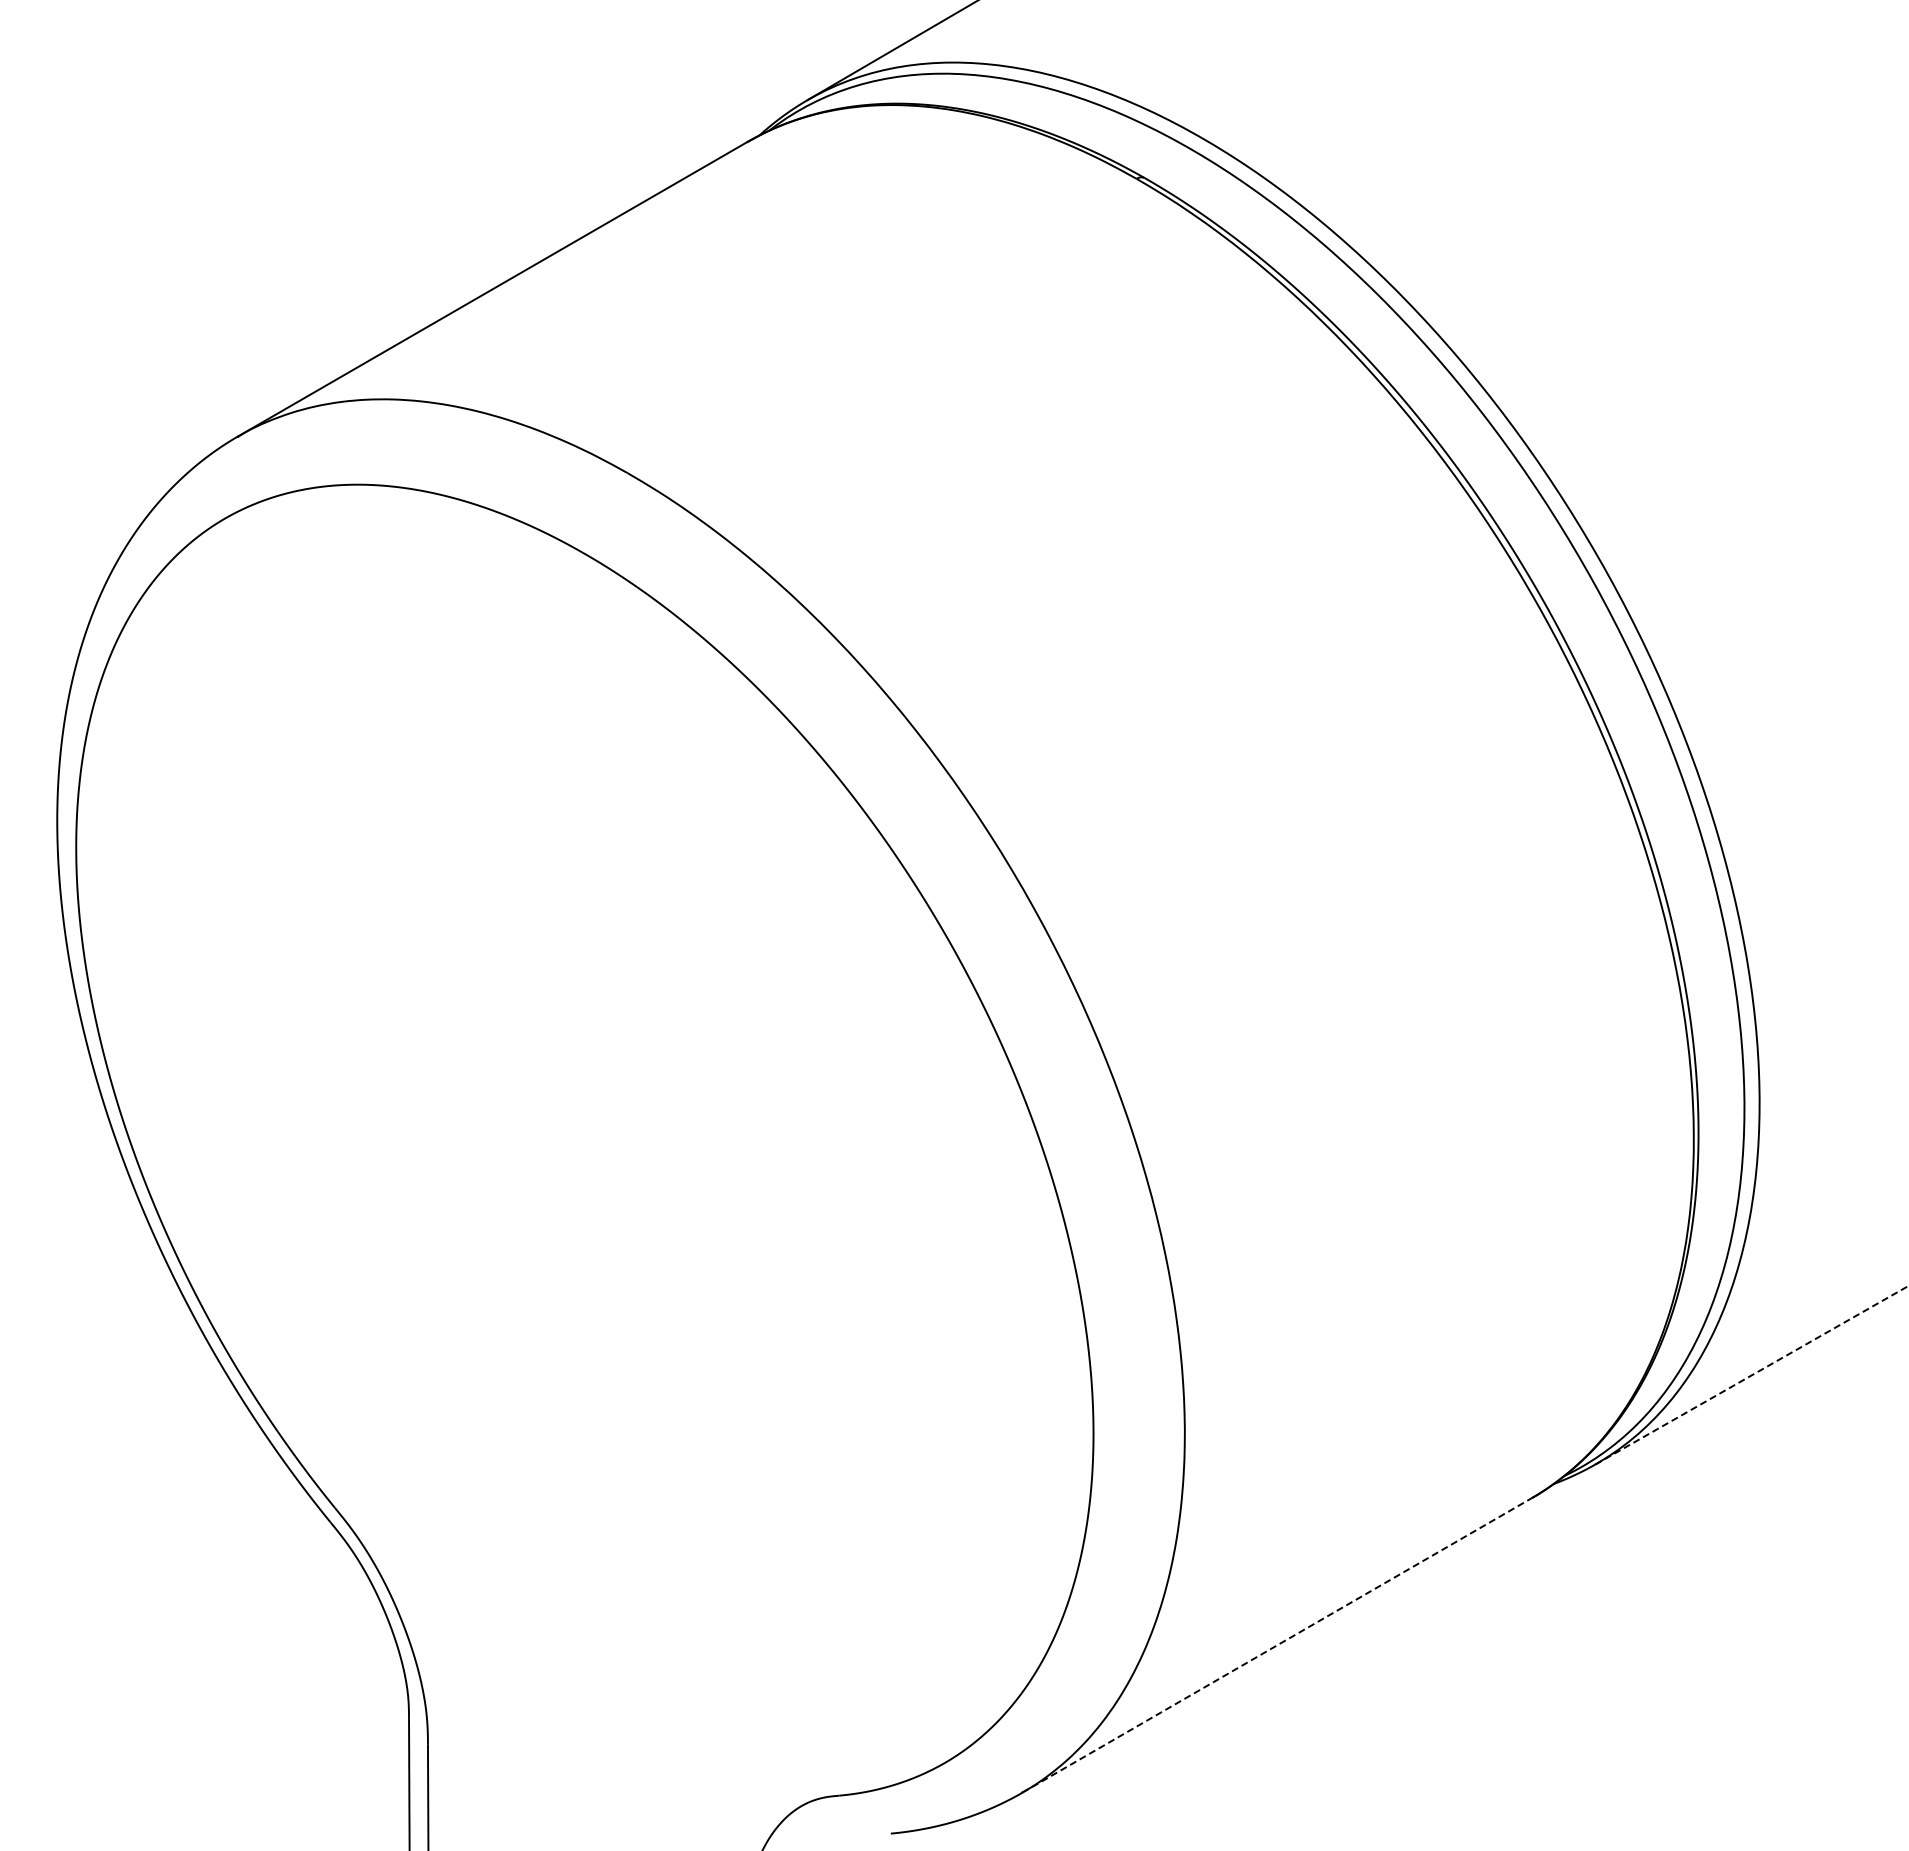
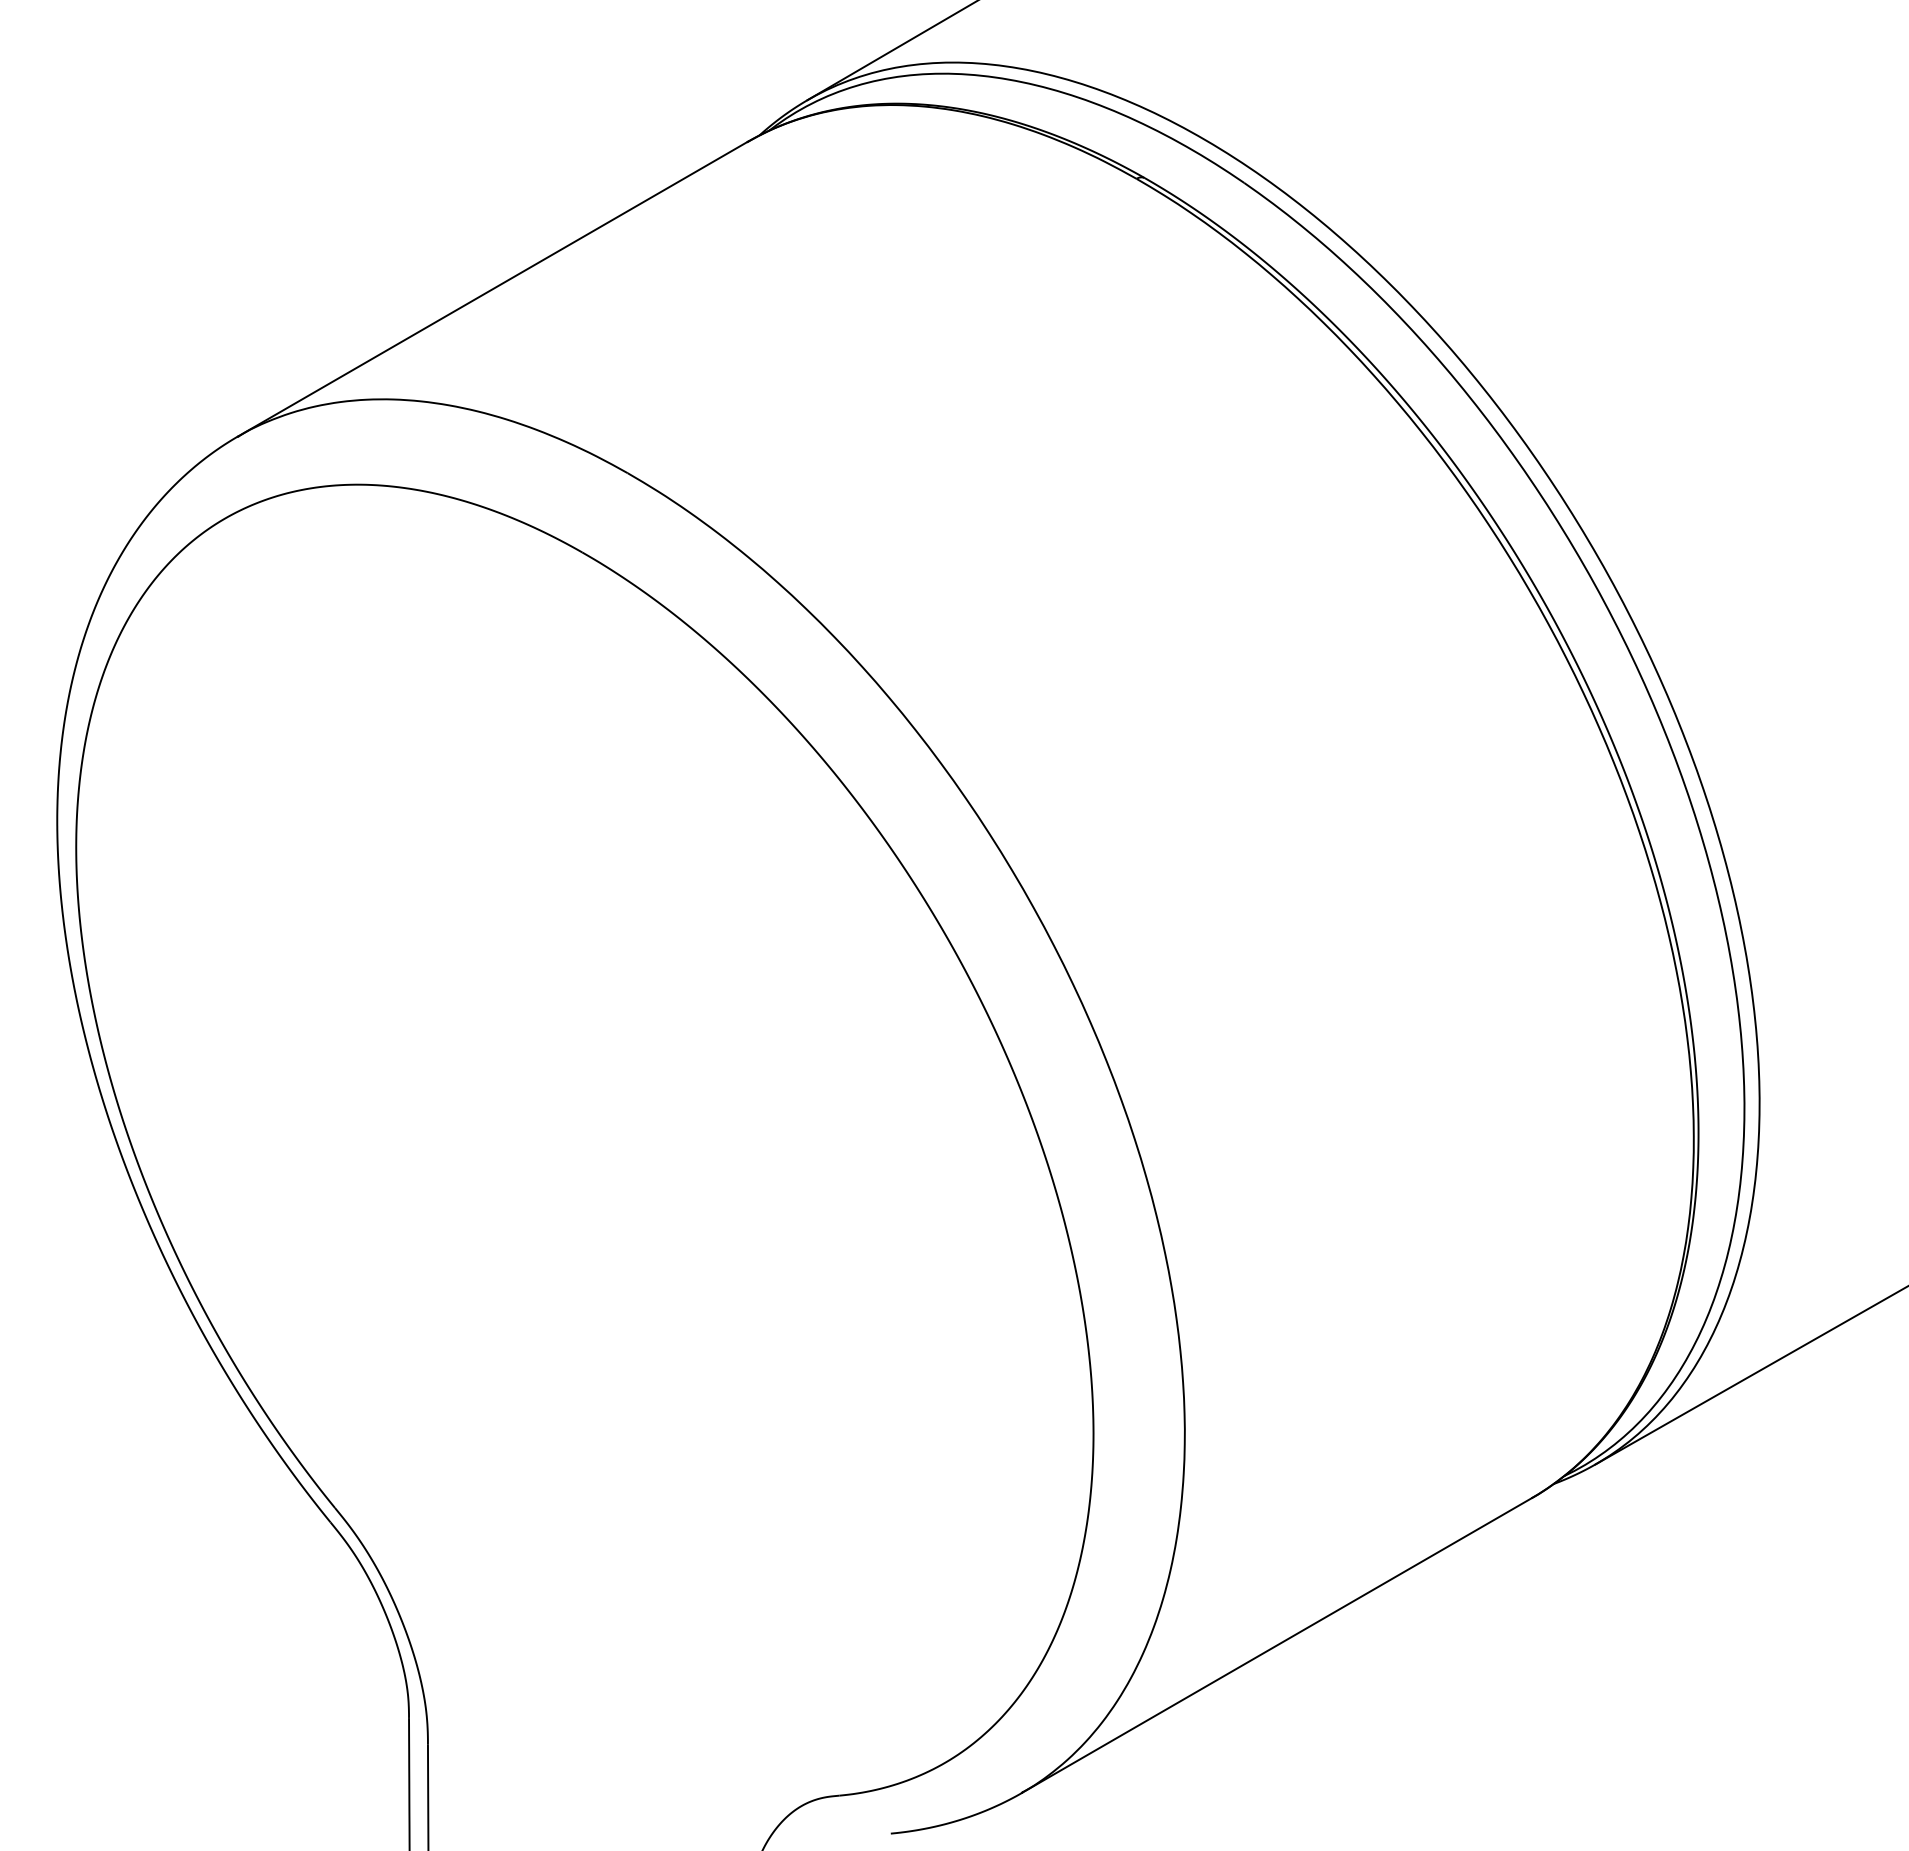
line at (1752, 1374): dashed -> solid
line at (1277, 1645): dashed -> solid
